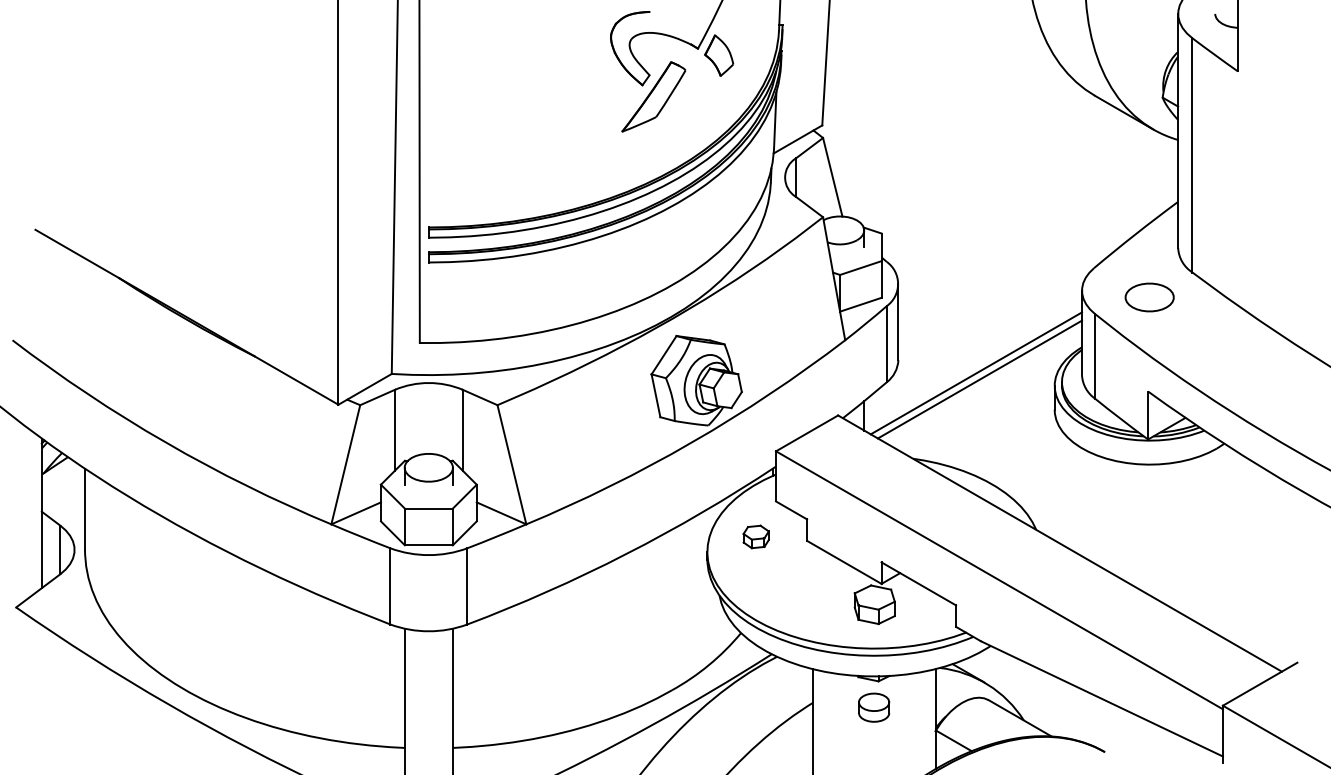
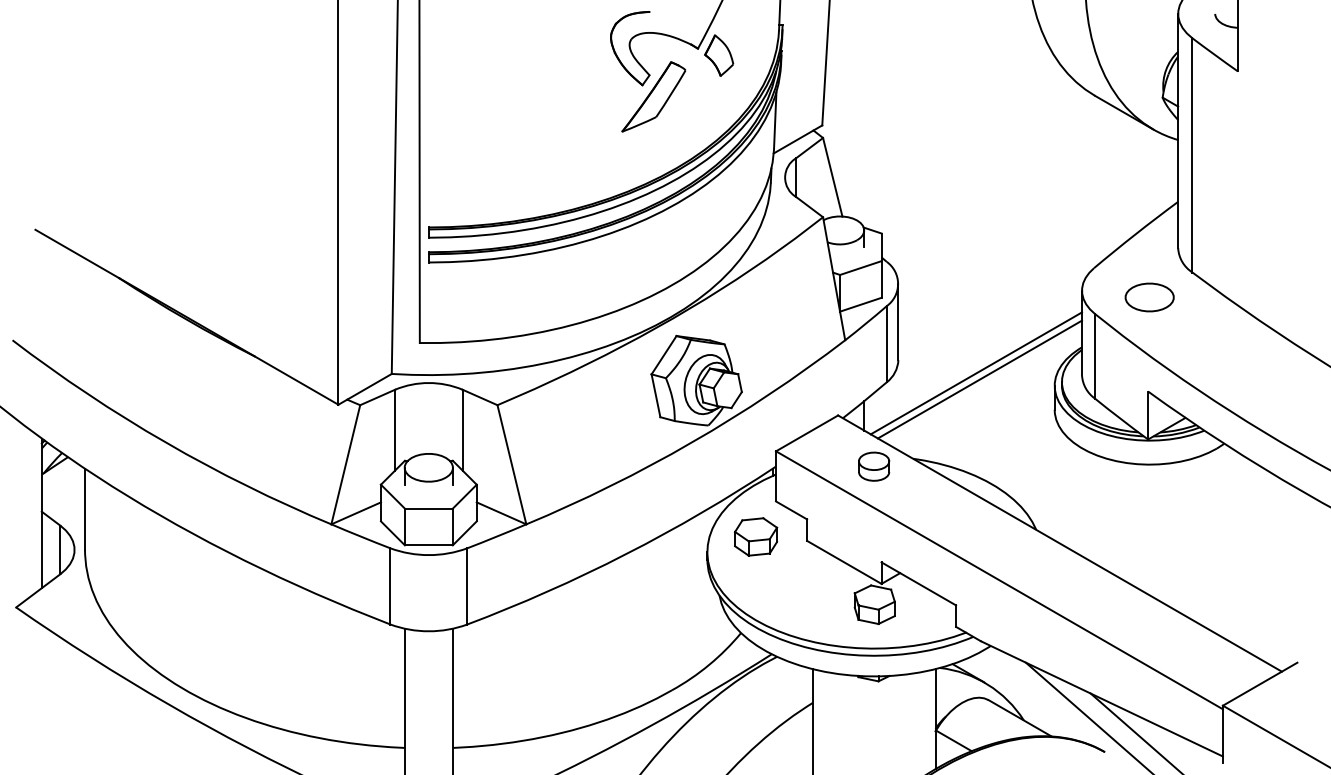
part at (755, 536) size: 28x26 px -> 45x40 px
part at (874, 707) position: (874, 707) -> (874, 466)
line at (1087, 716): none -> present
line at (1134, 732): none -> present
